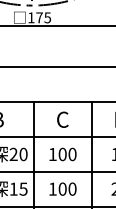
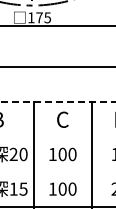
line at (58, 102): solid -> dashed
line at (57, 137): present -> none
line at (57, 171): present -> none
